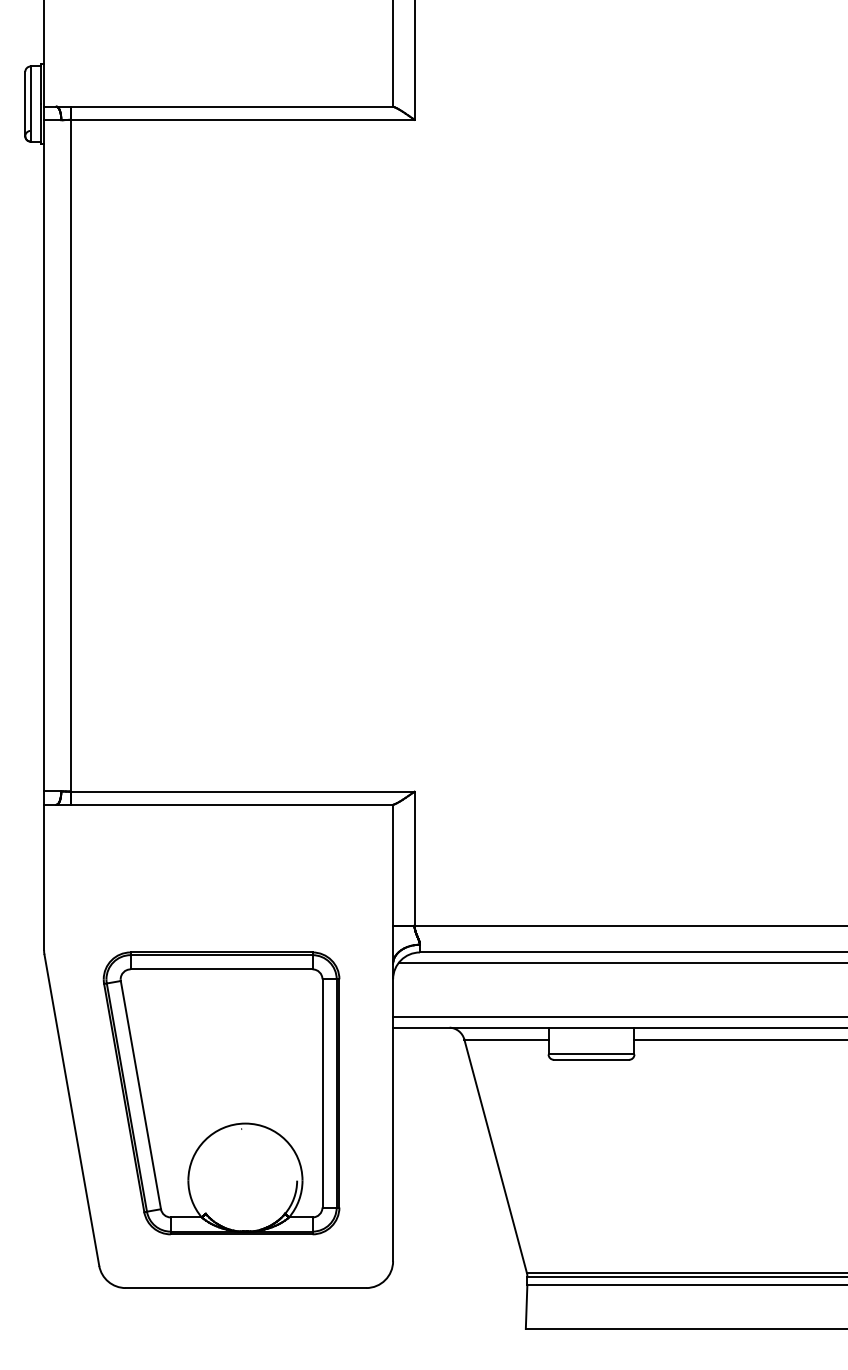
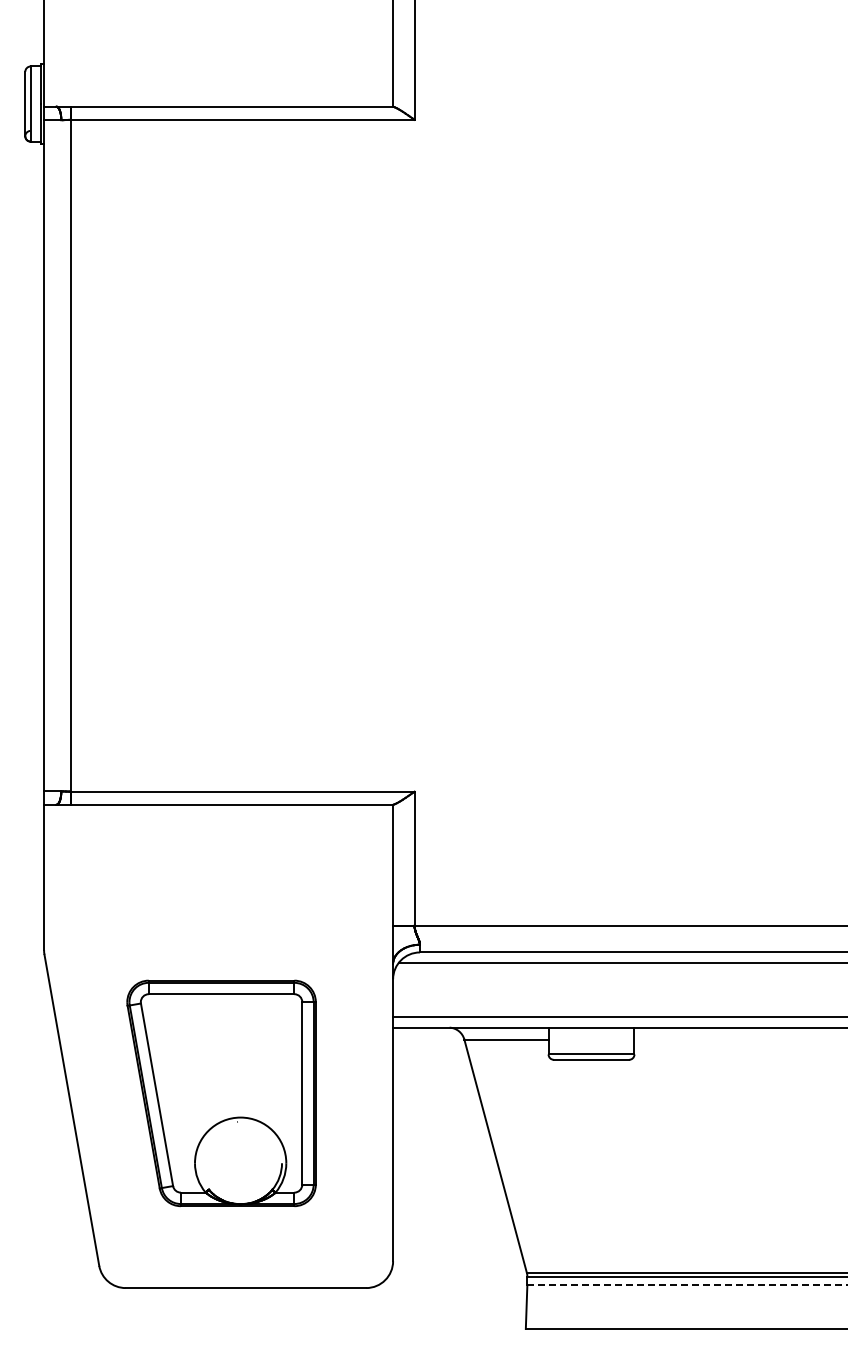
line at (739, 1039): present -> none
part at (221, 1093) size: 239x285 px -> 191x229 px
line at (687, 1285): solid -> dashed
